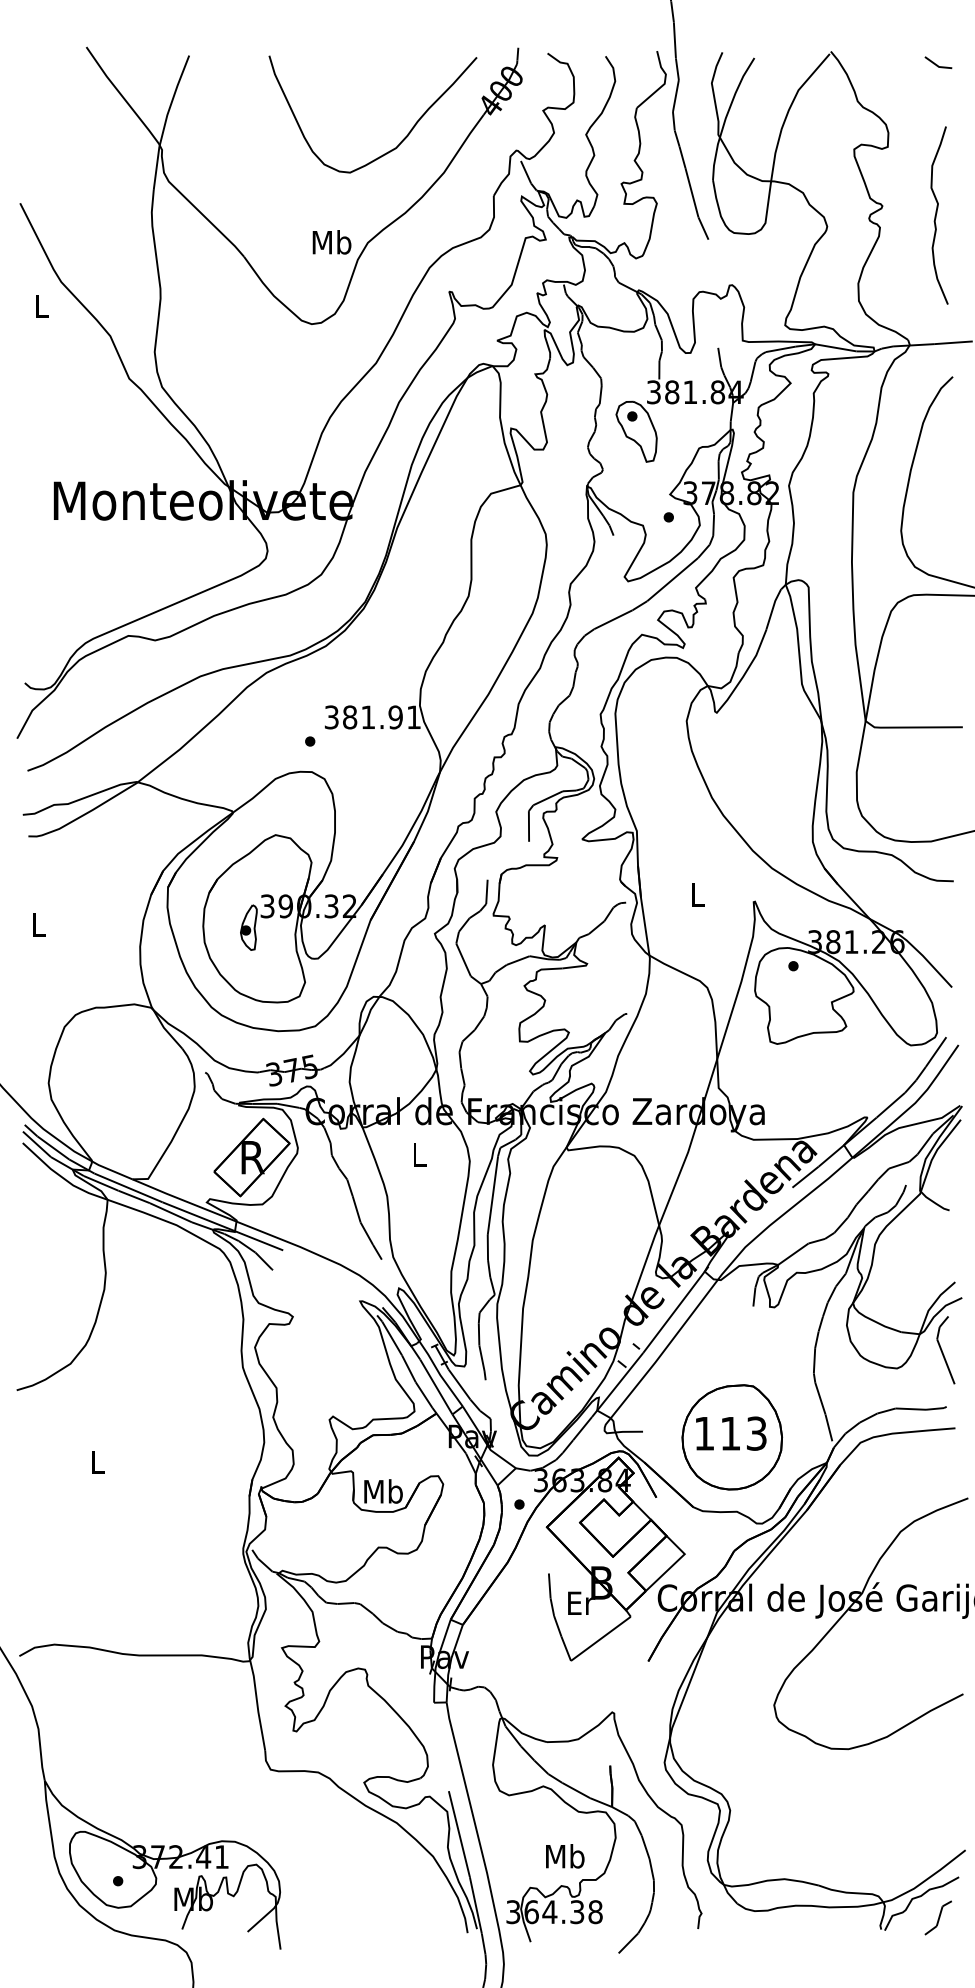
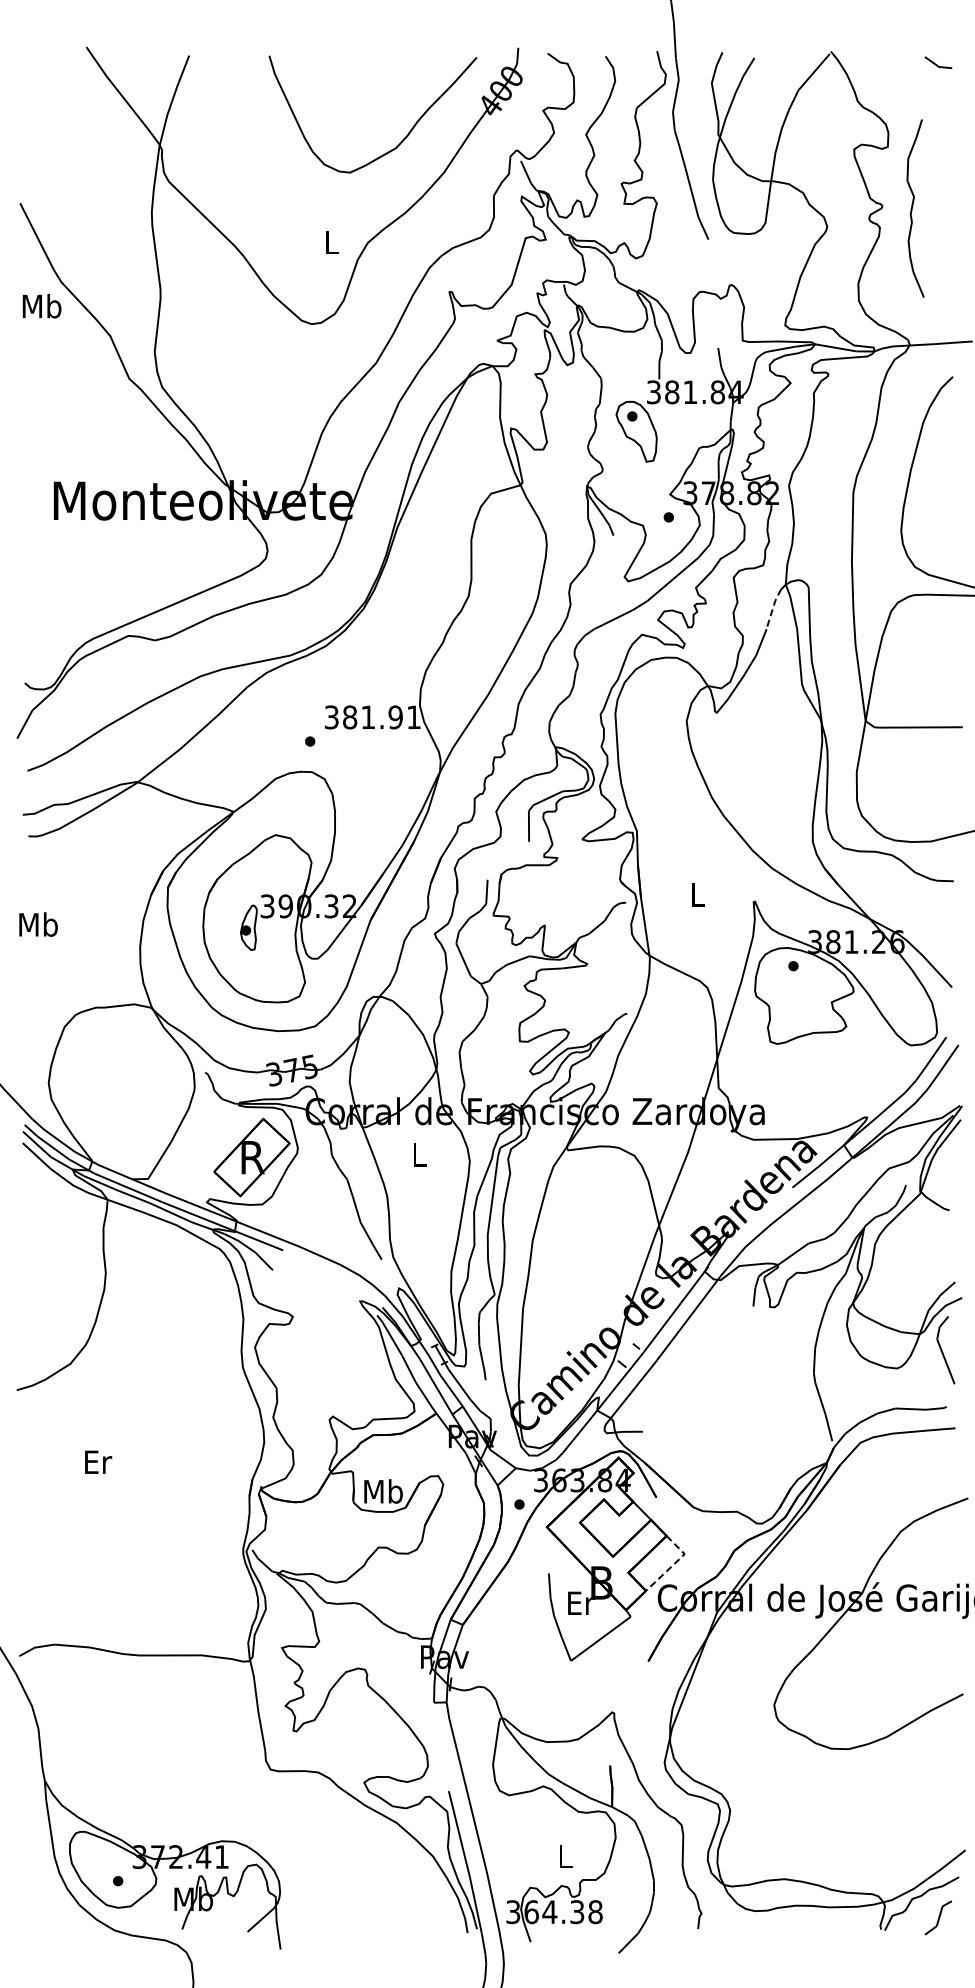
curve at (937, 213) position: (937, 213) -> (913, 206)
text at (331, 242): Mb -> L
text at (41, 305): L -> Mb
line at (772, 608): solid -> dashed
text at (38, 924): L -> Mb
part at (732, 1437): present -> none
text at (98, 1461): L -> Er
line at (674, 1563): solid -> dashed
text at (565, 1856): Mb -> L
